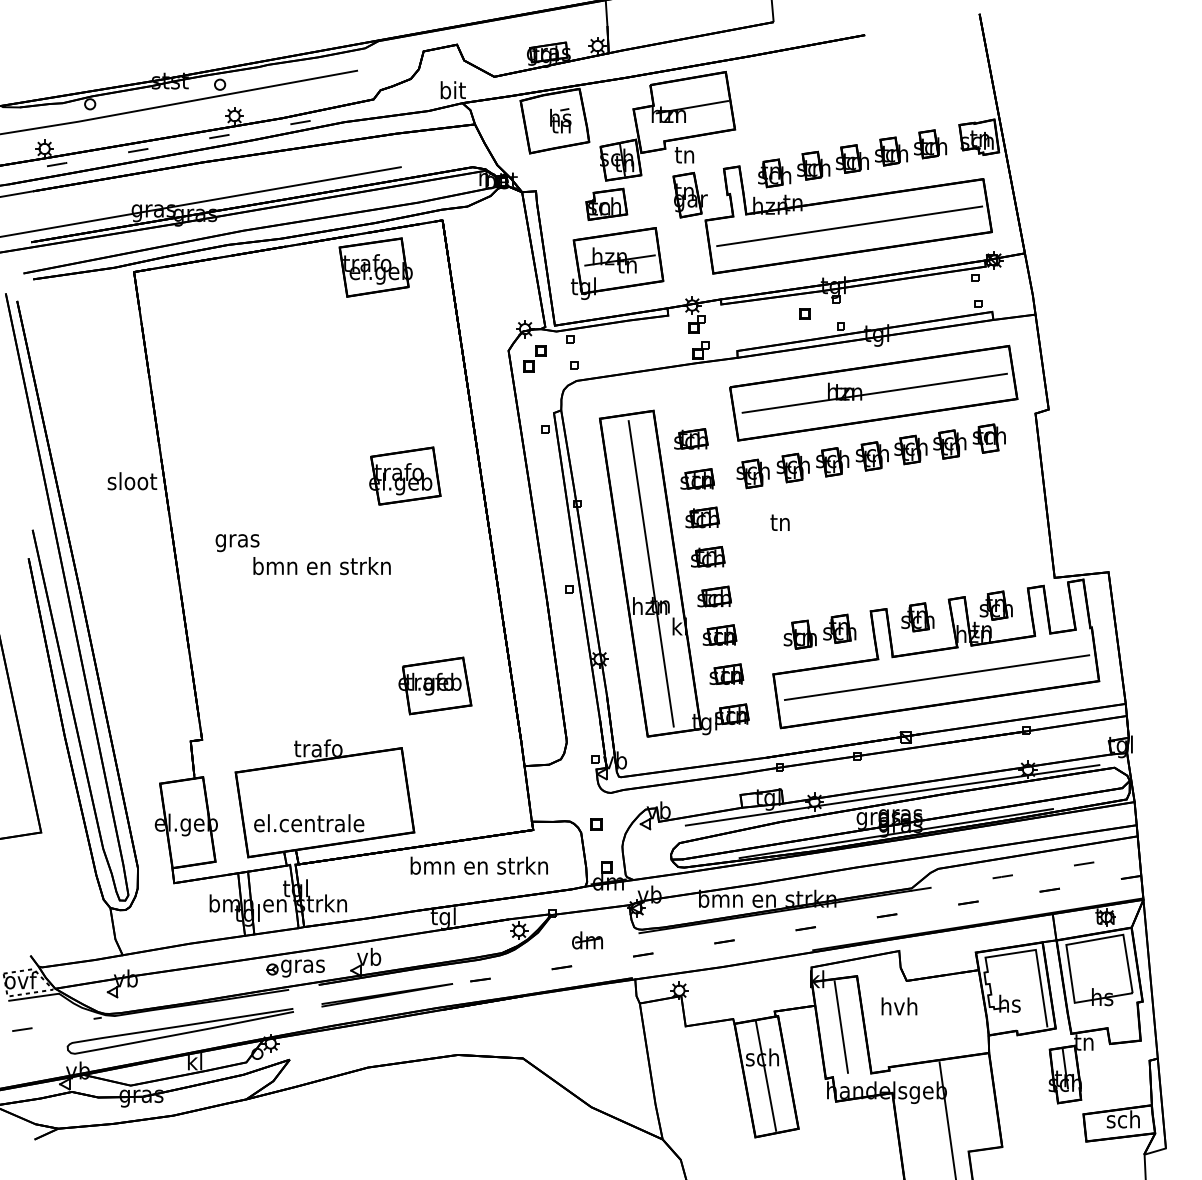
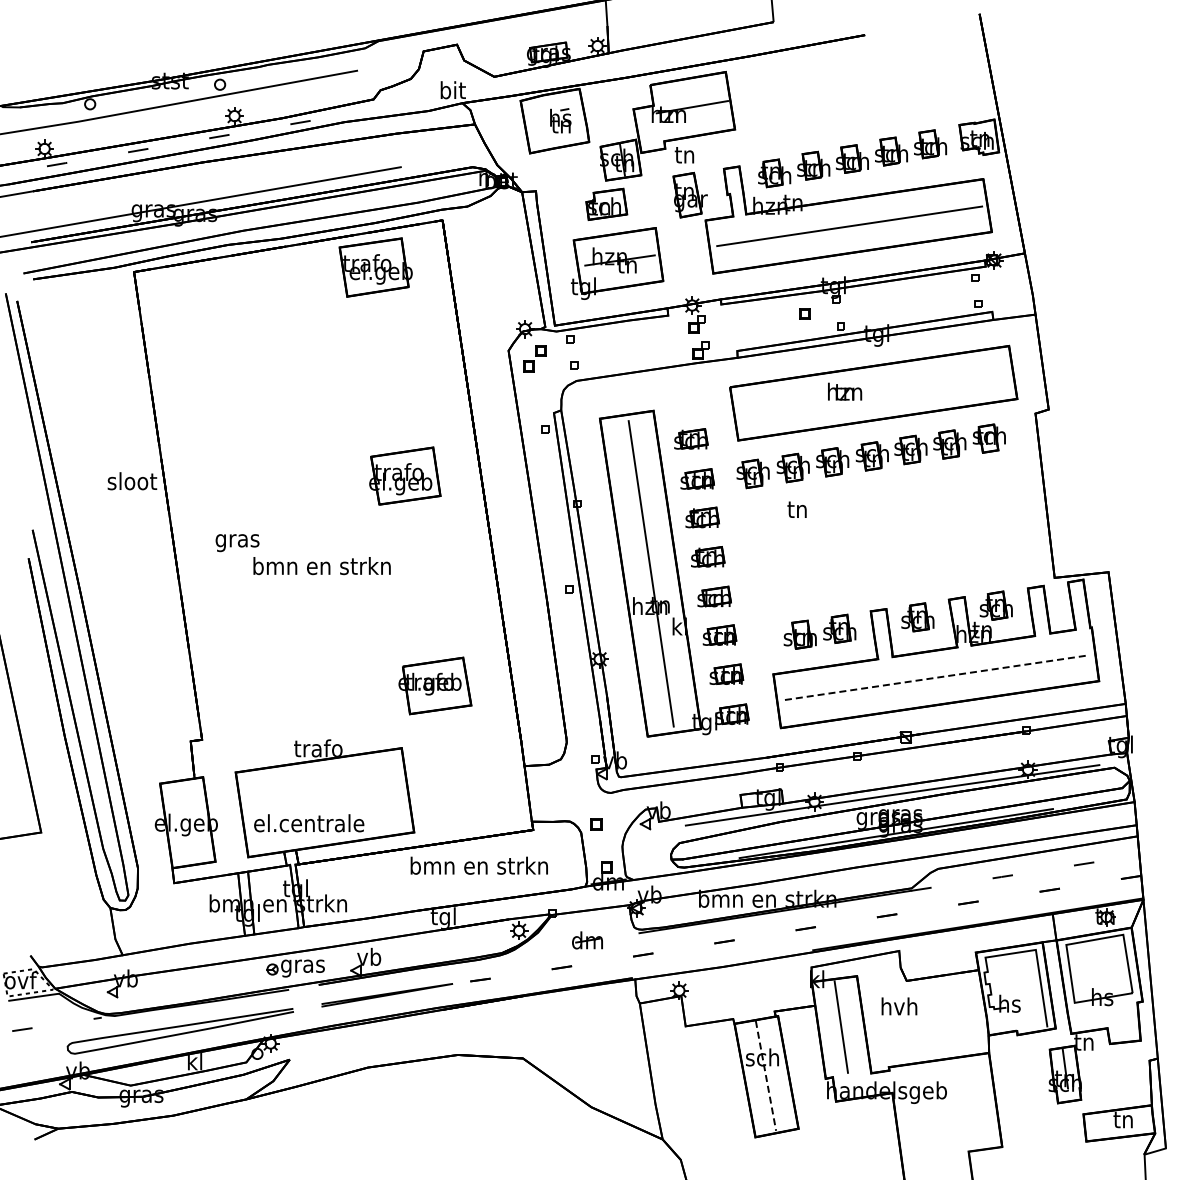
line at (874, 392): present -> none
text at (779, 522) position: (779, 522) -> (796, 509)
line at (937, 677): solid -> dashed
line at (765, 1075): solid -> dashed
line at (947, 1119): present -> none
text at (1122, 1119): sch -> tn
